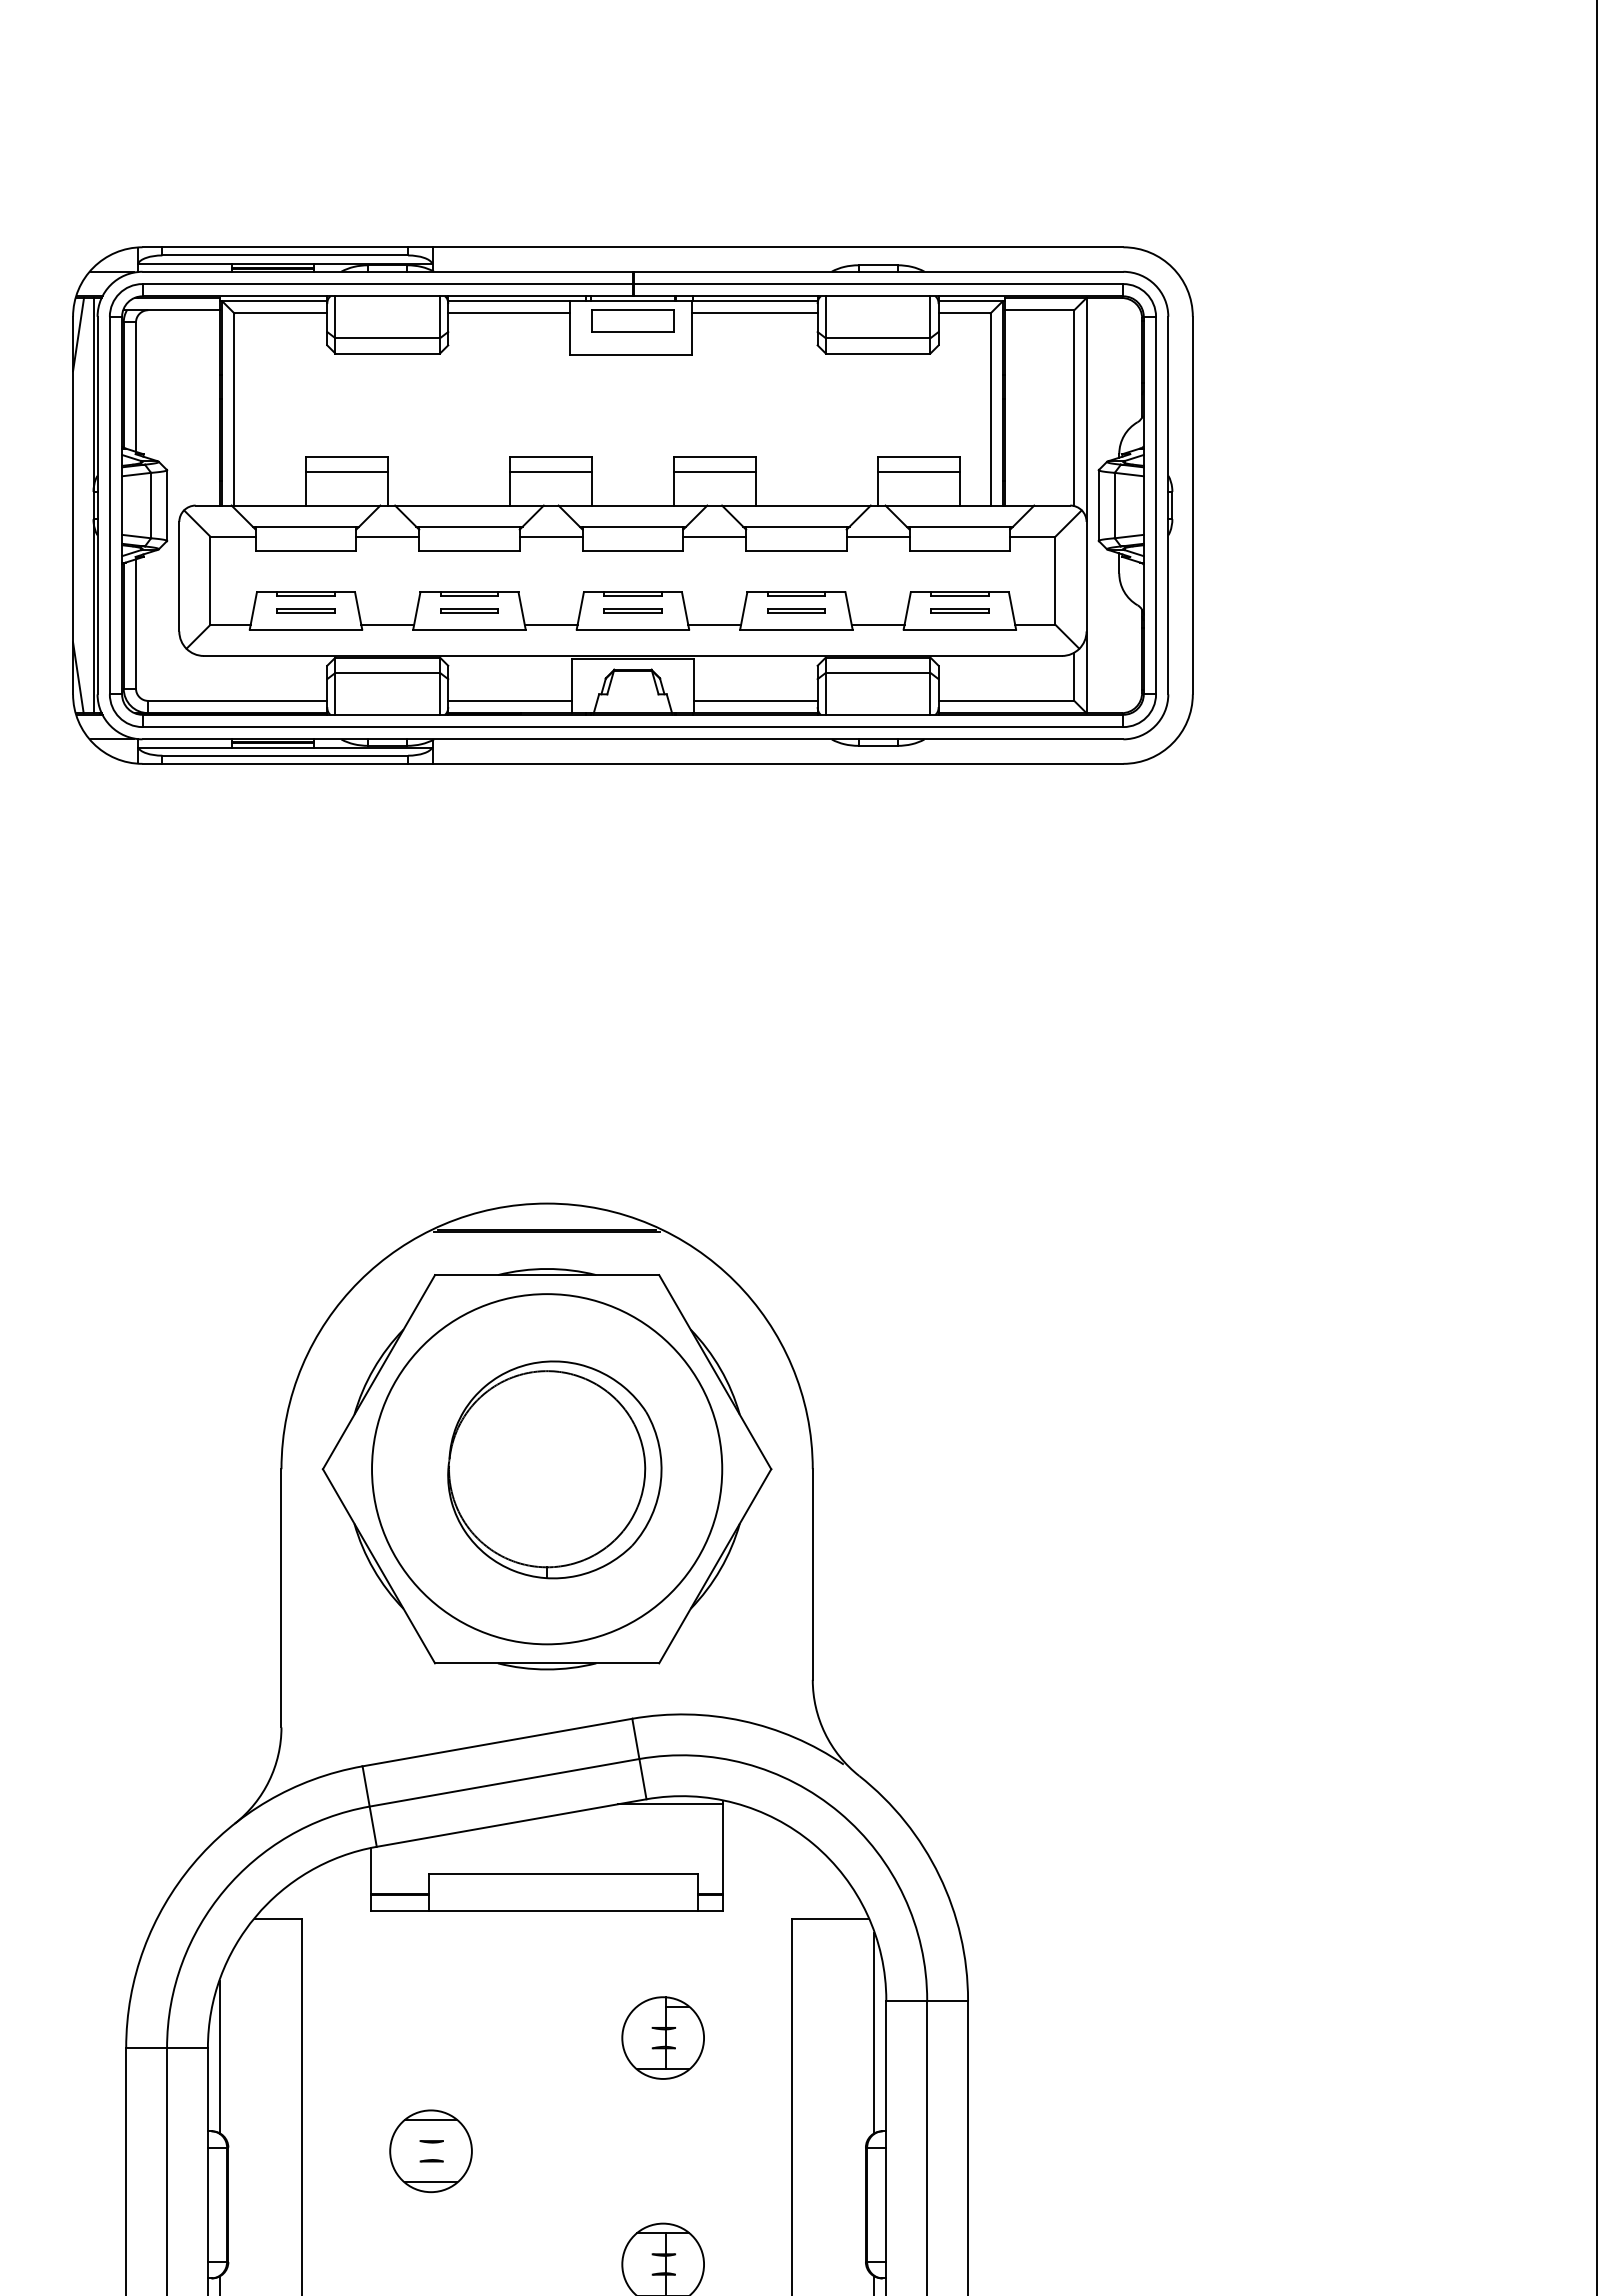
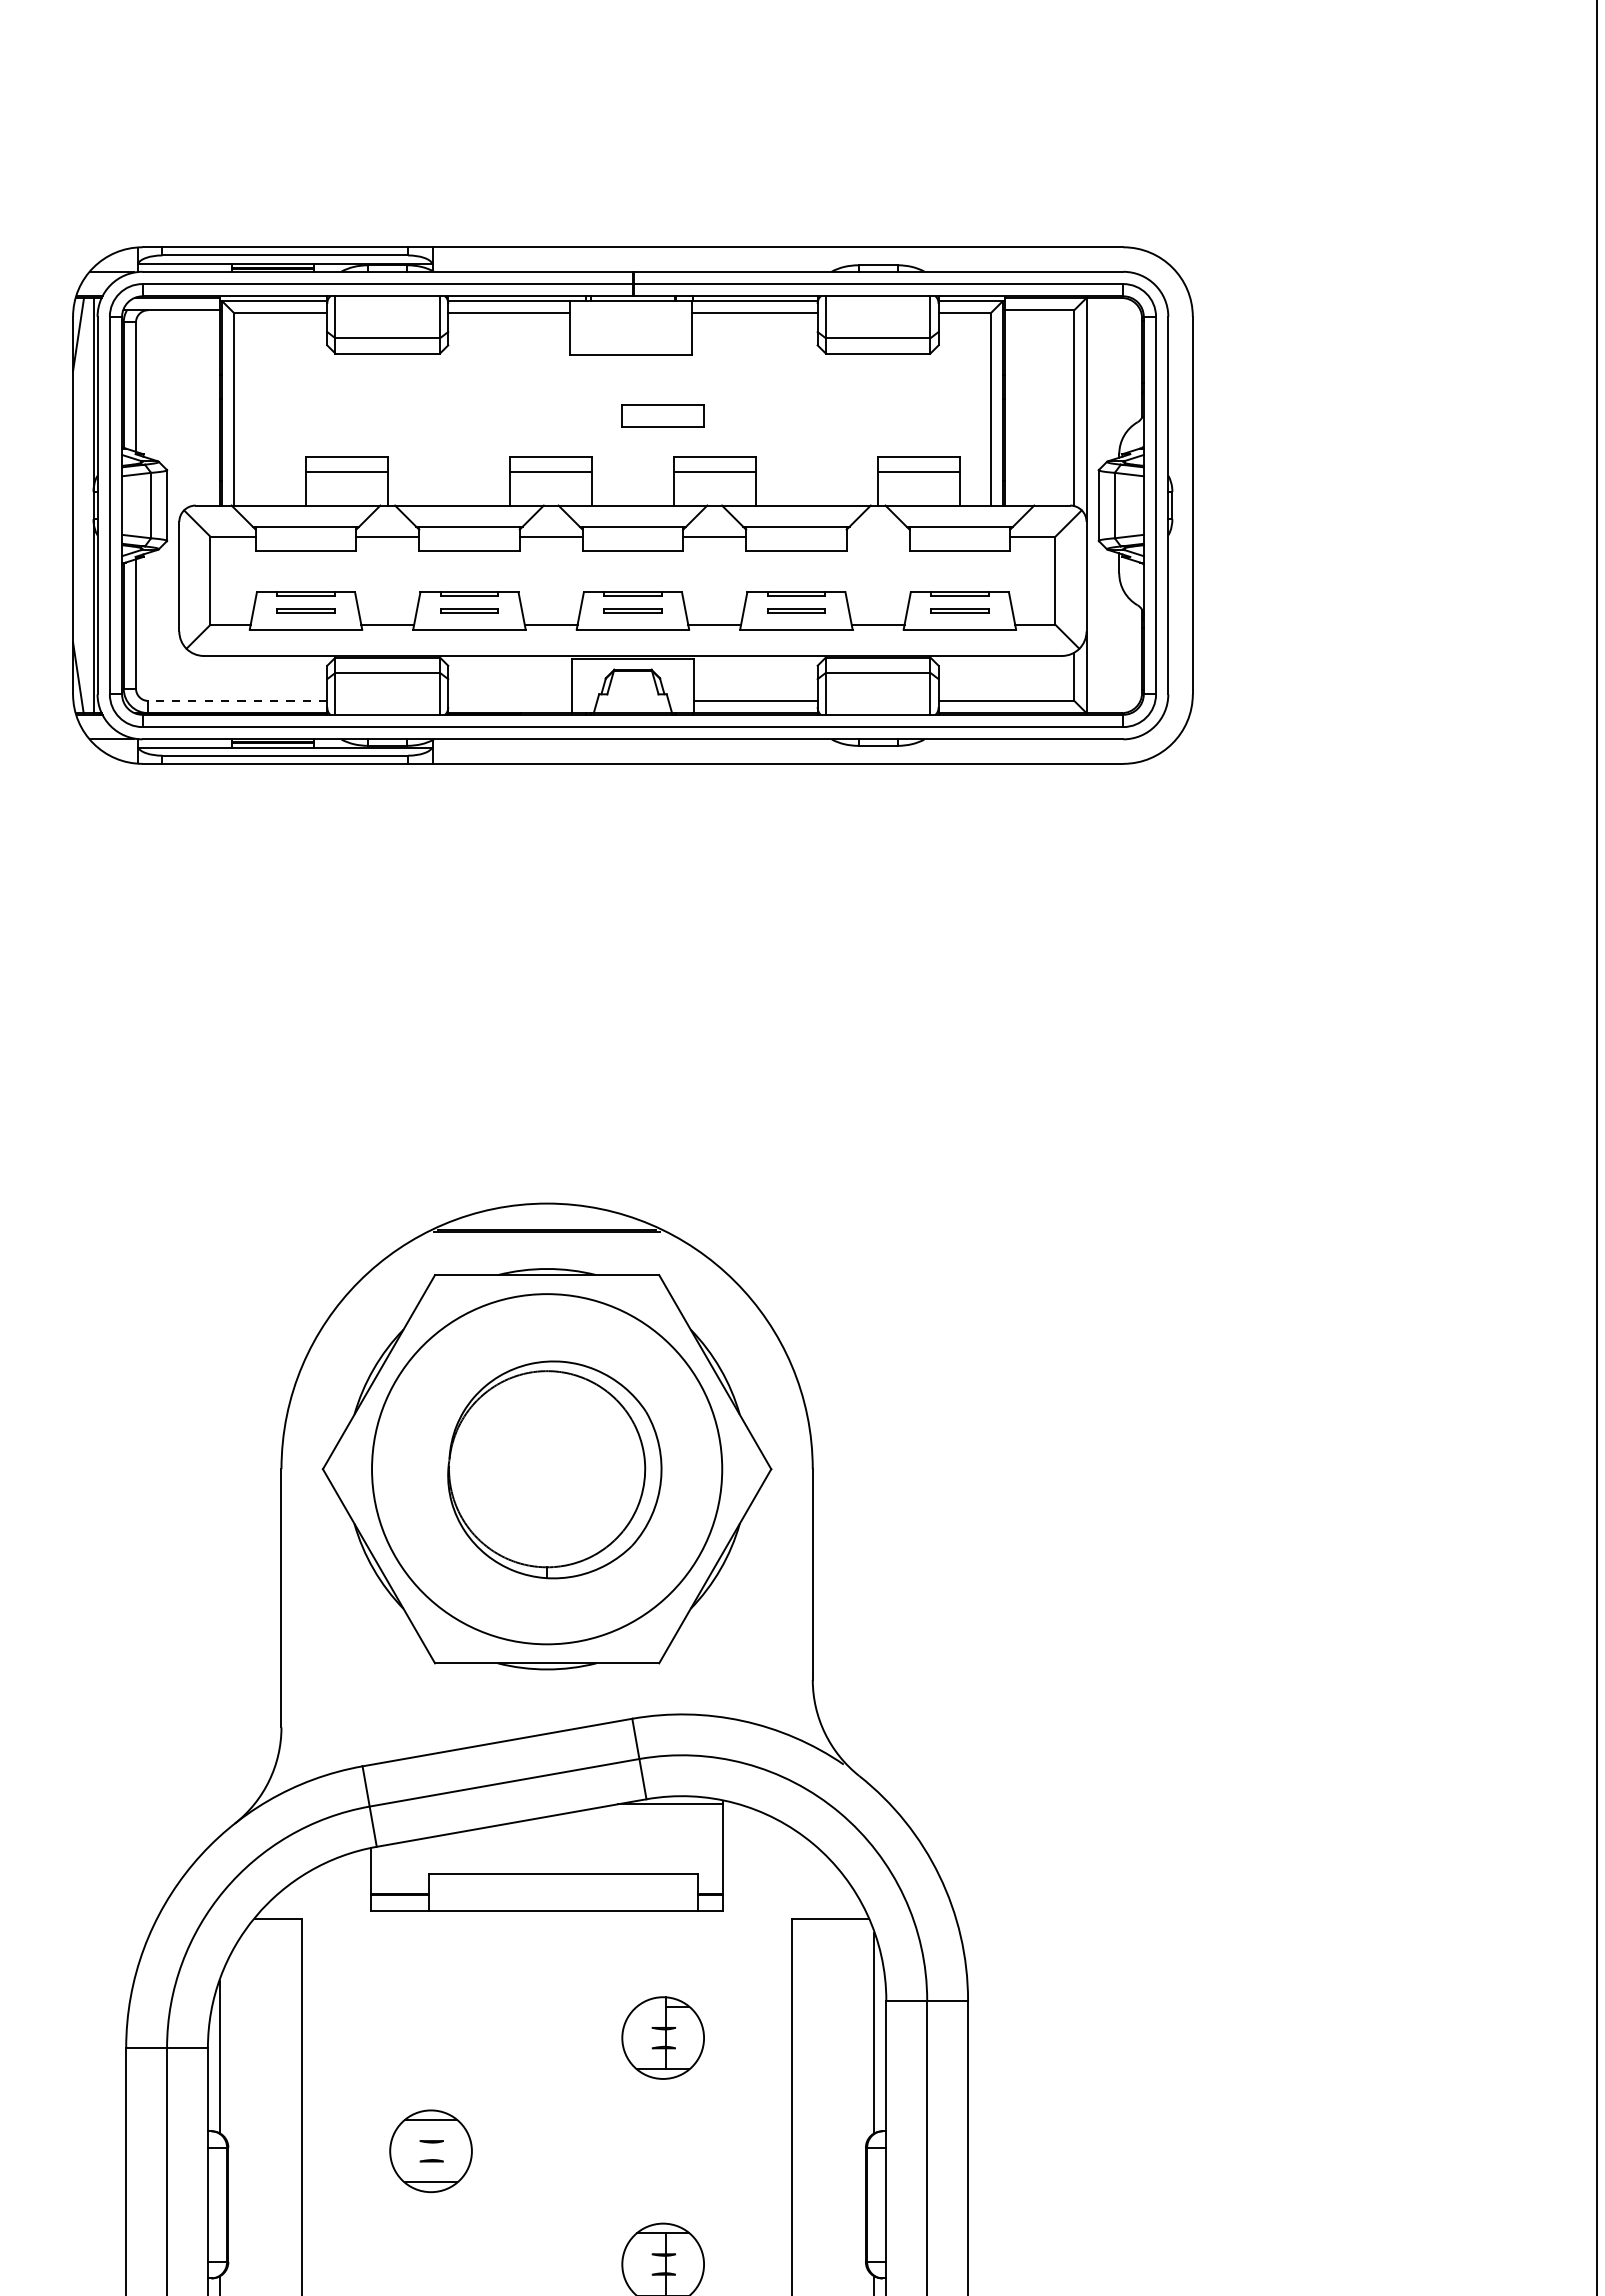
part at (632, 320) position: (632, 320) -> (662, 415)
line at (877, 536): present -> none
line at (237, 700): solid -> dashed
line at (509, 700): present -> none
